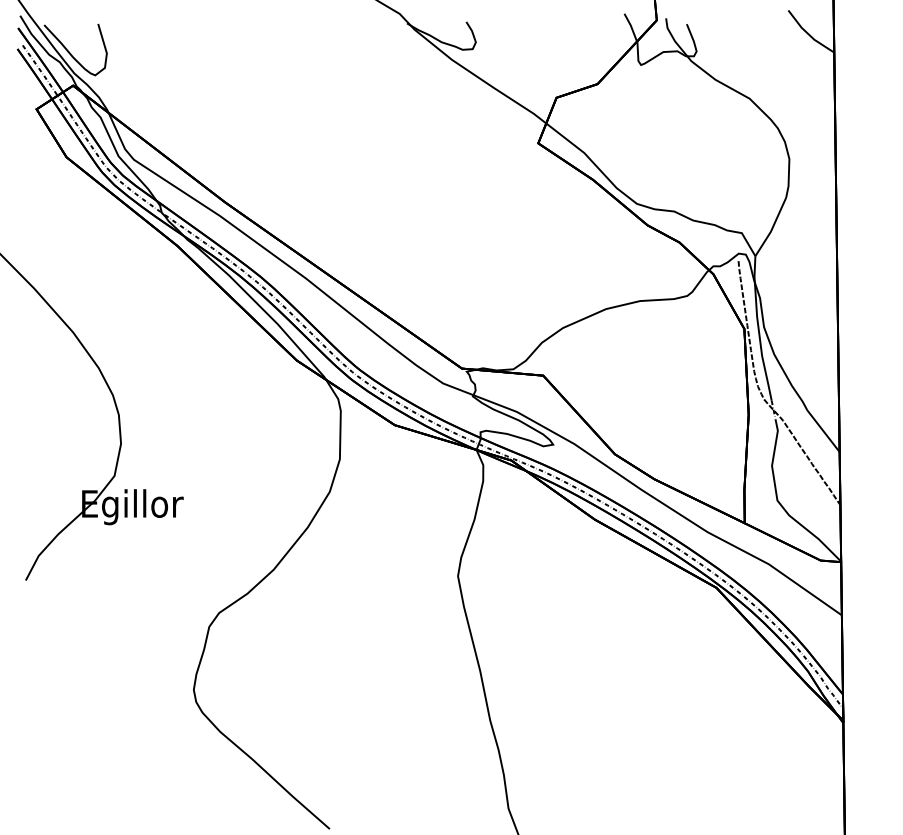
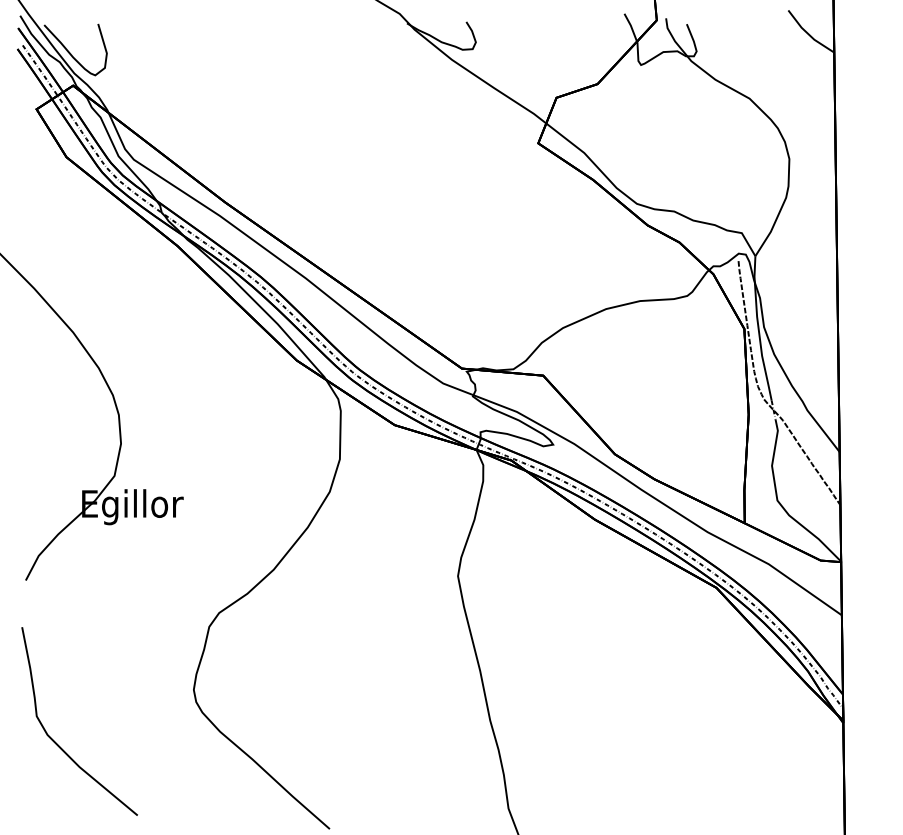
curve at (57, 743): none -> present
